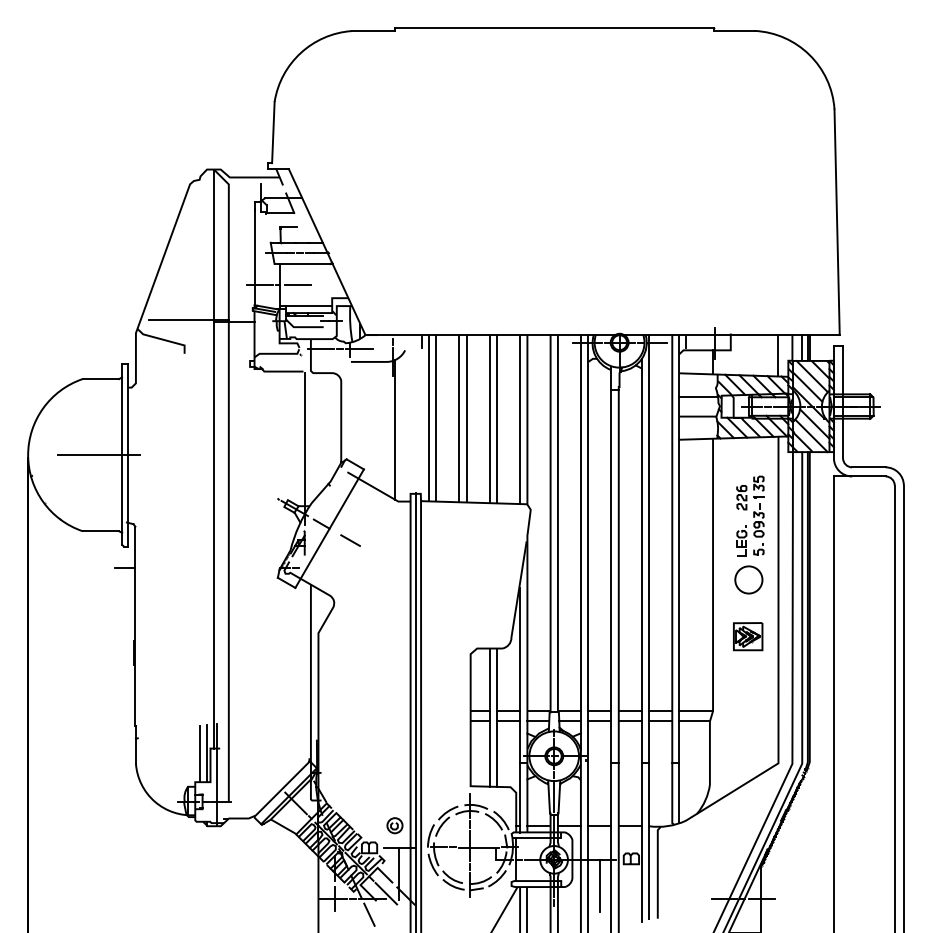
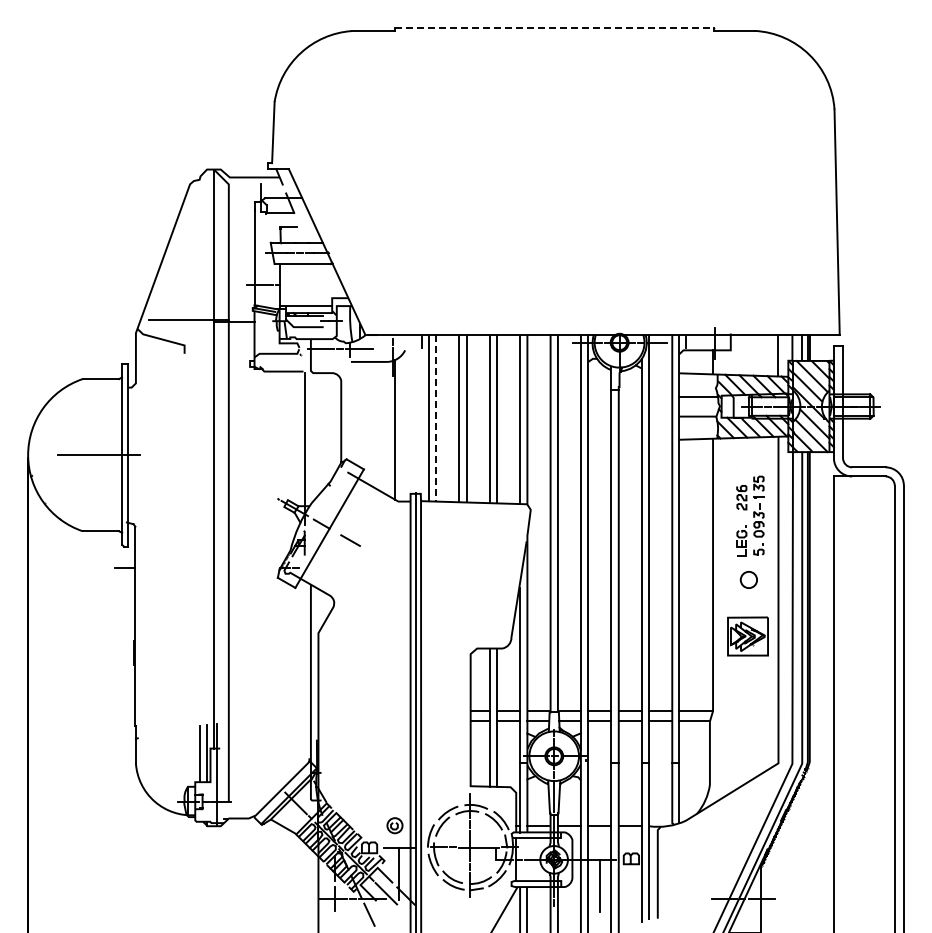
line at (554, 27): solid -> dashed
line at (298, 285): present -> none
line at (436, 418): solid -> dashed
circle at (748, 579) size: 30x30 px -> 19x18 px
part at (748, 636) size: 31x30 px -> 42x41 px
